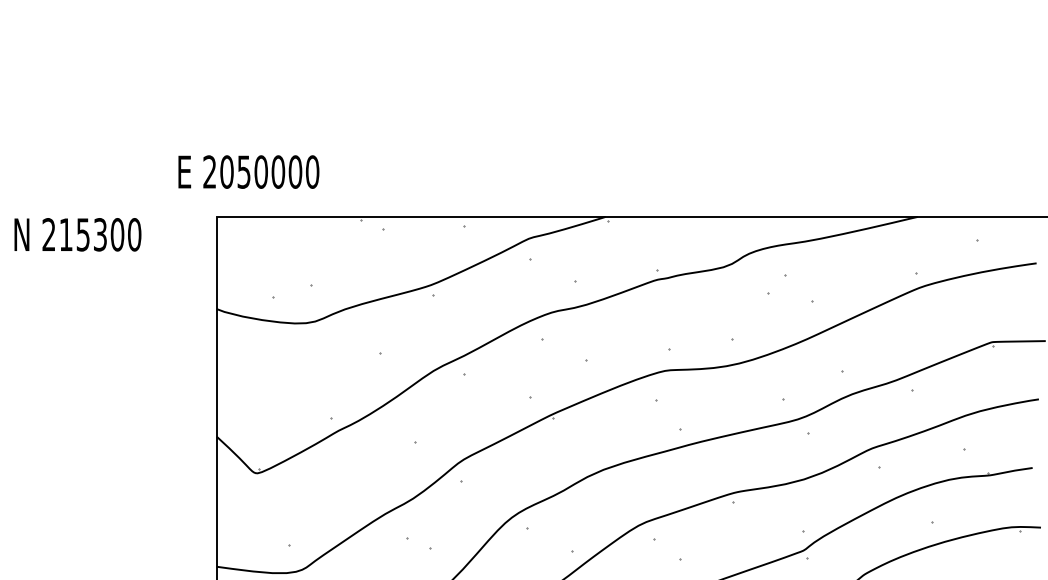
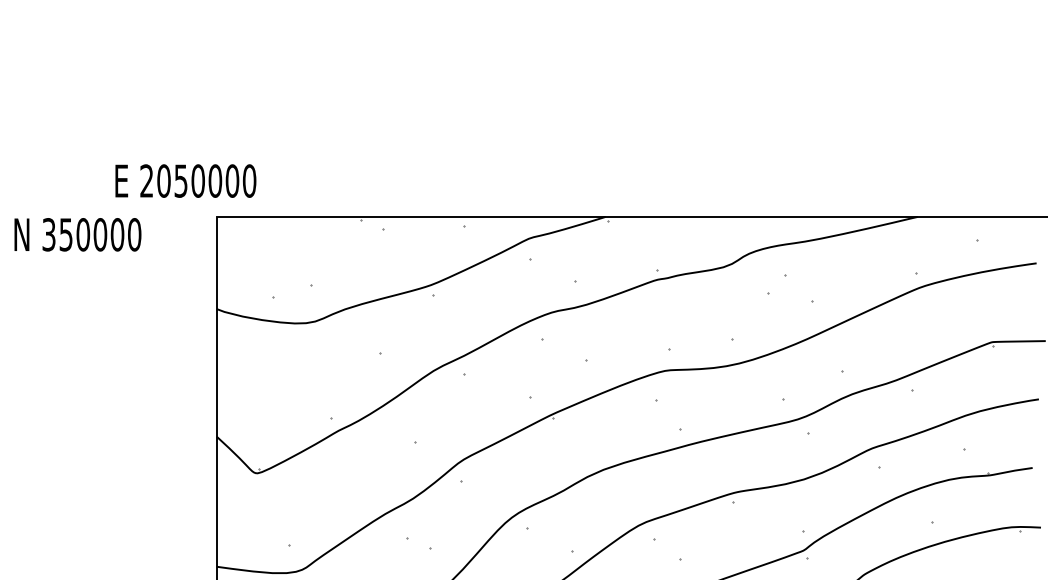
text at (248, 171) position: (248, 171) -> (185, 180)
text at (74, 234): 215300 -> 350000
